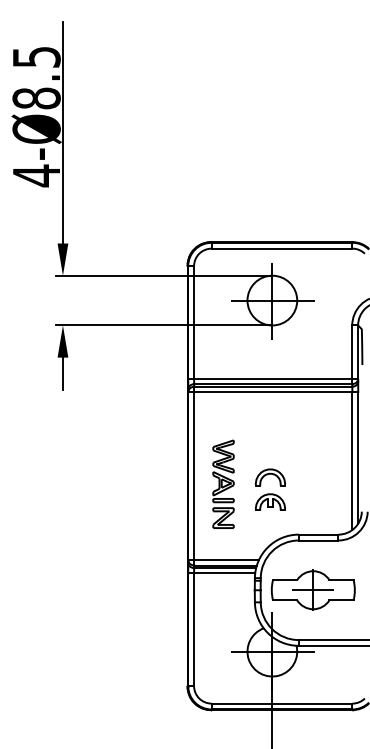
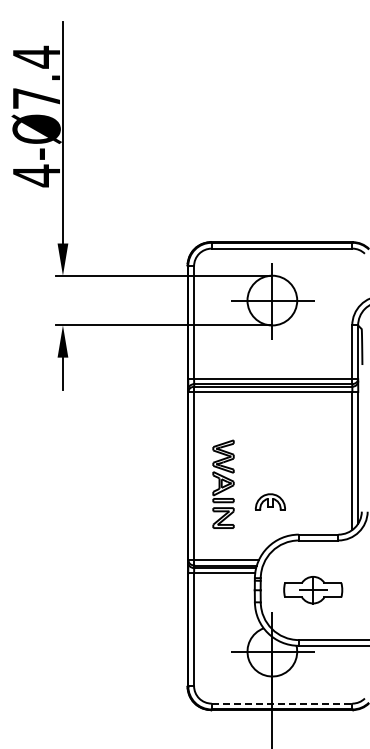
text at (36, 77): 4-Ø8.5 -> 4-Ø7.4
part at (269, 477): present -> none
part at (312, 589) size: 86x42 px -> 61x29 px
line at (282, 703): solid -> dashed
